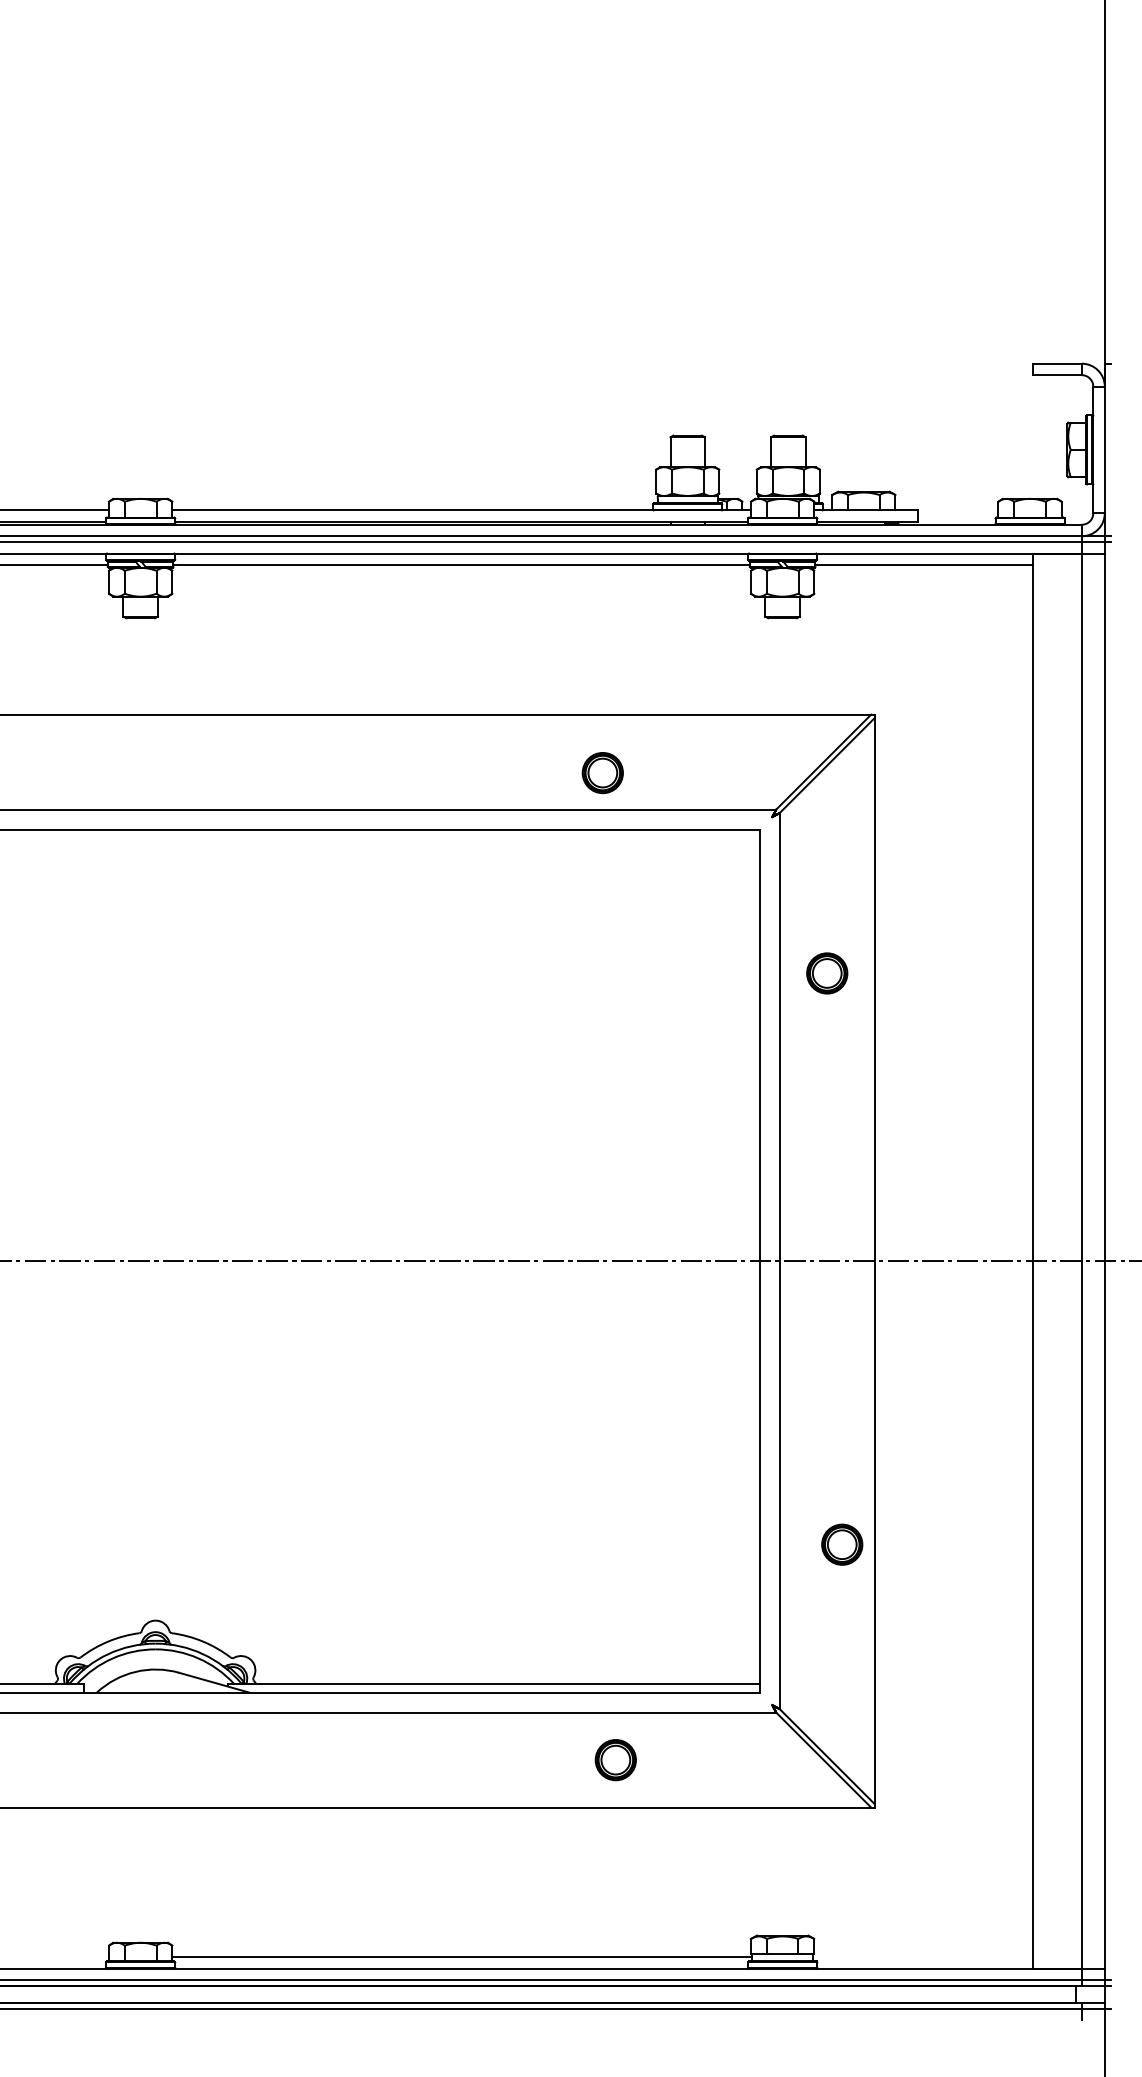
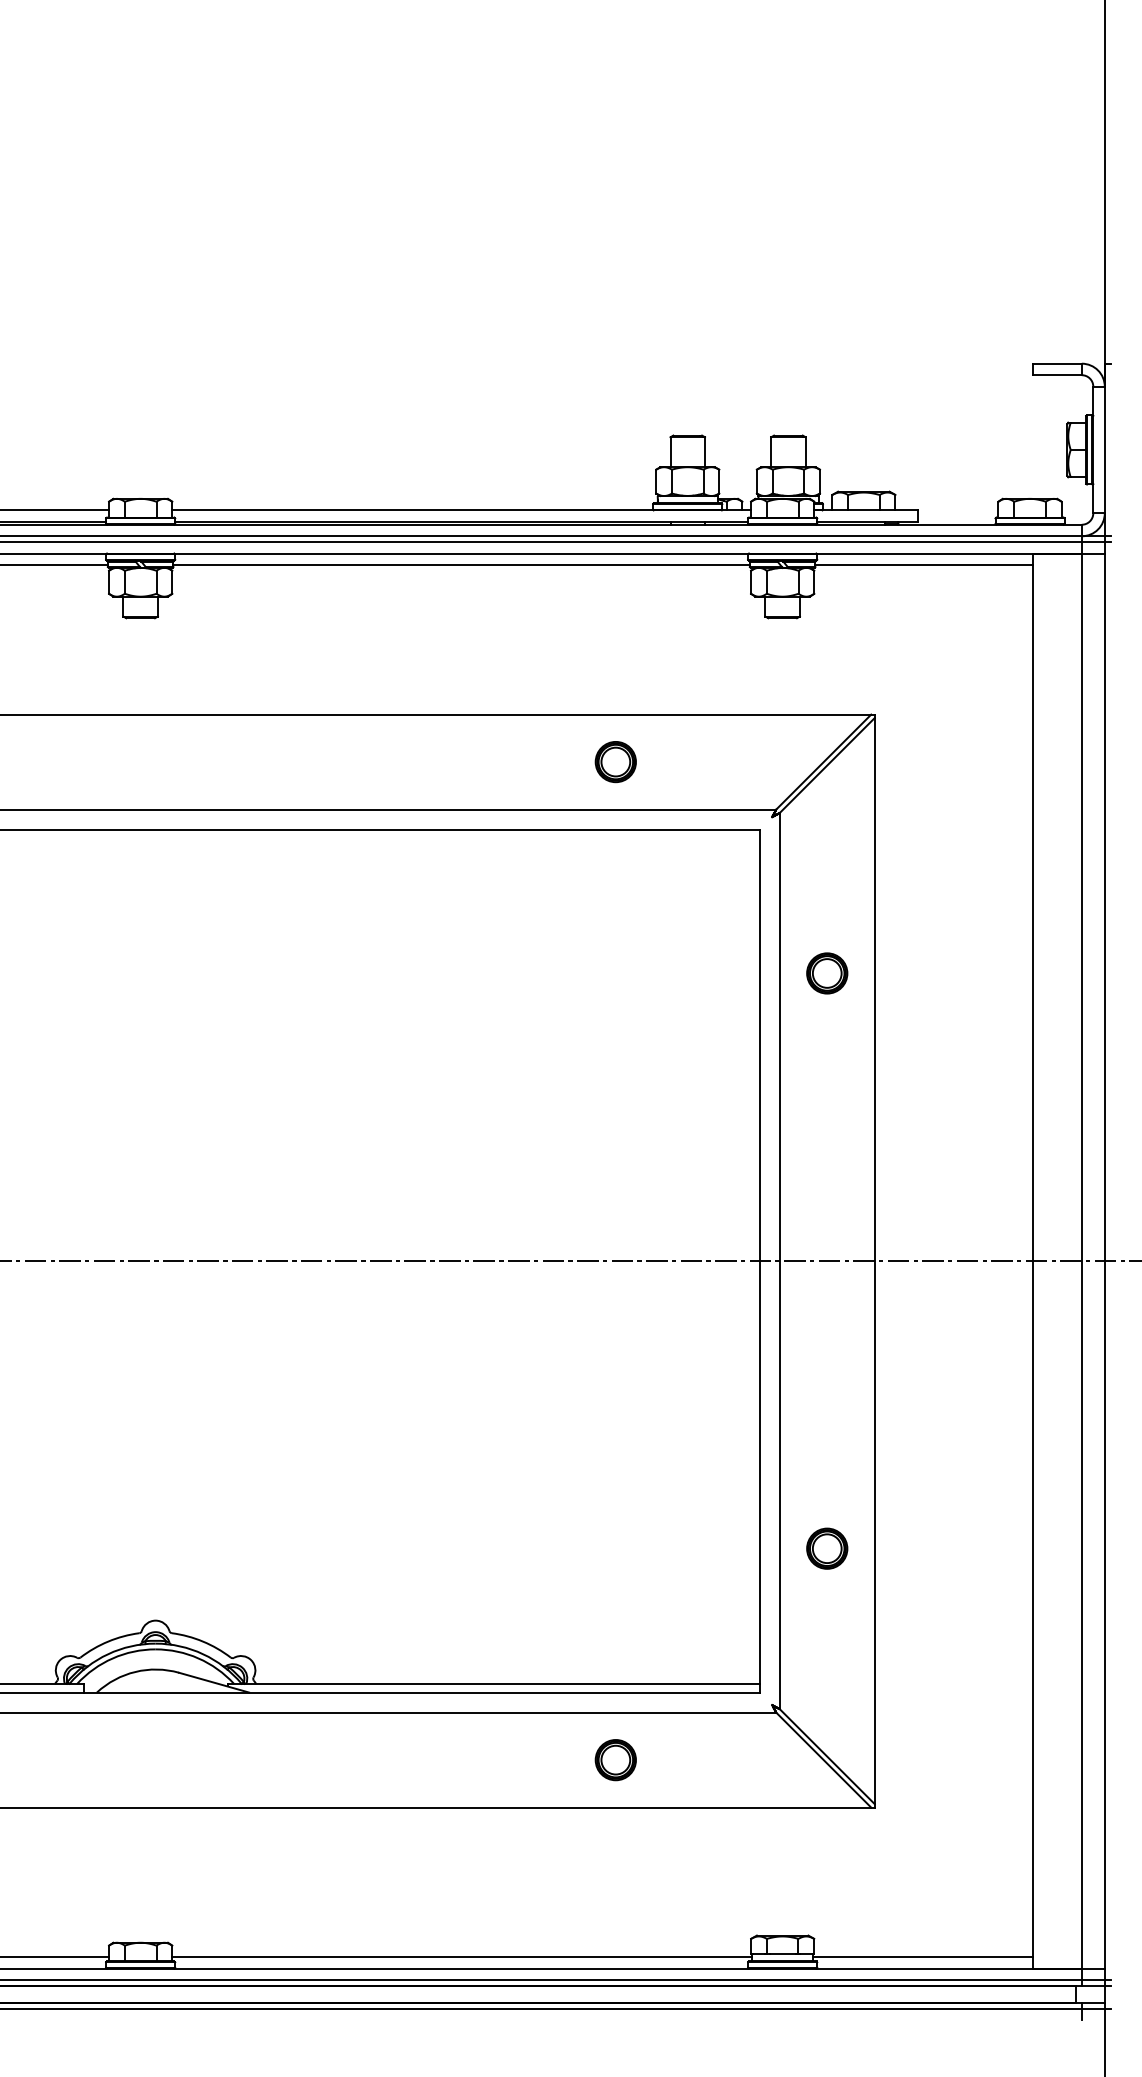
part at (602, 773) position: (602, 773) -> (615, 762)
part at (842, 1544) position: (842, 1544) -> (827, 1548)
line at (55, 1957): none -> present
line at (922, 1957): none -> present
